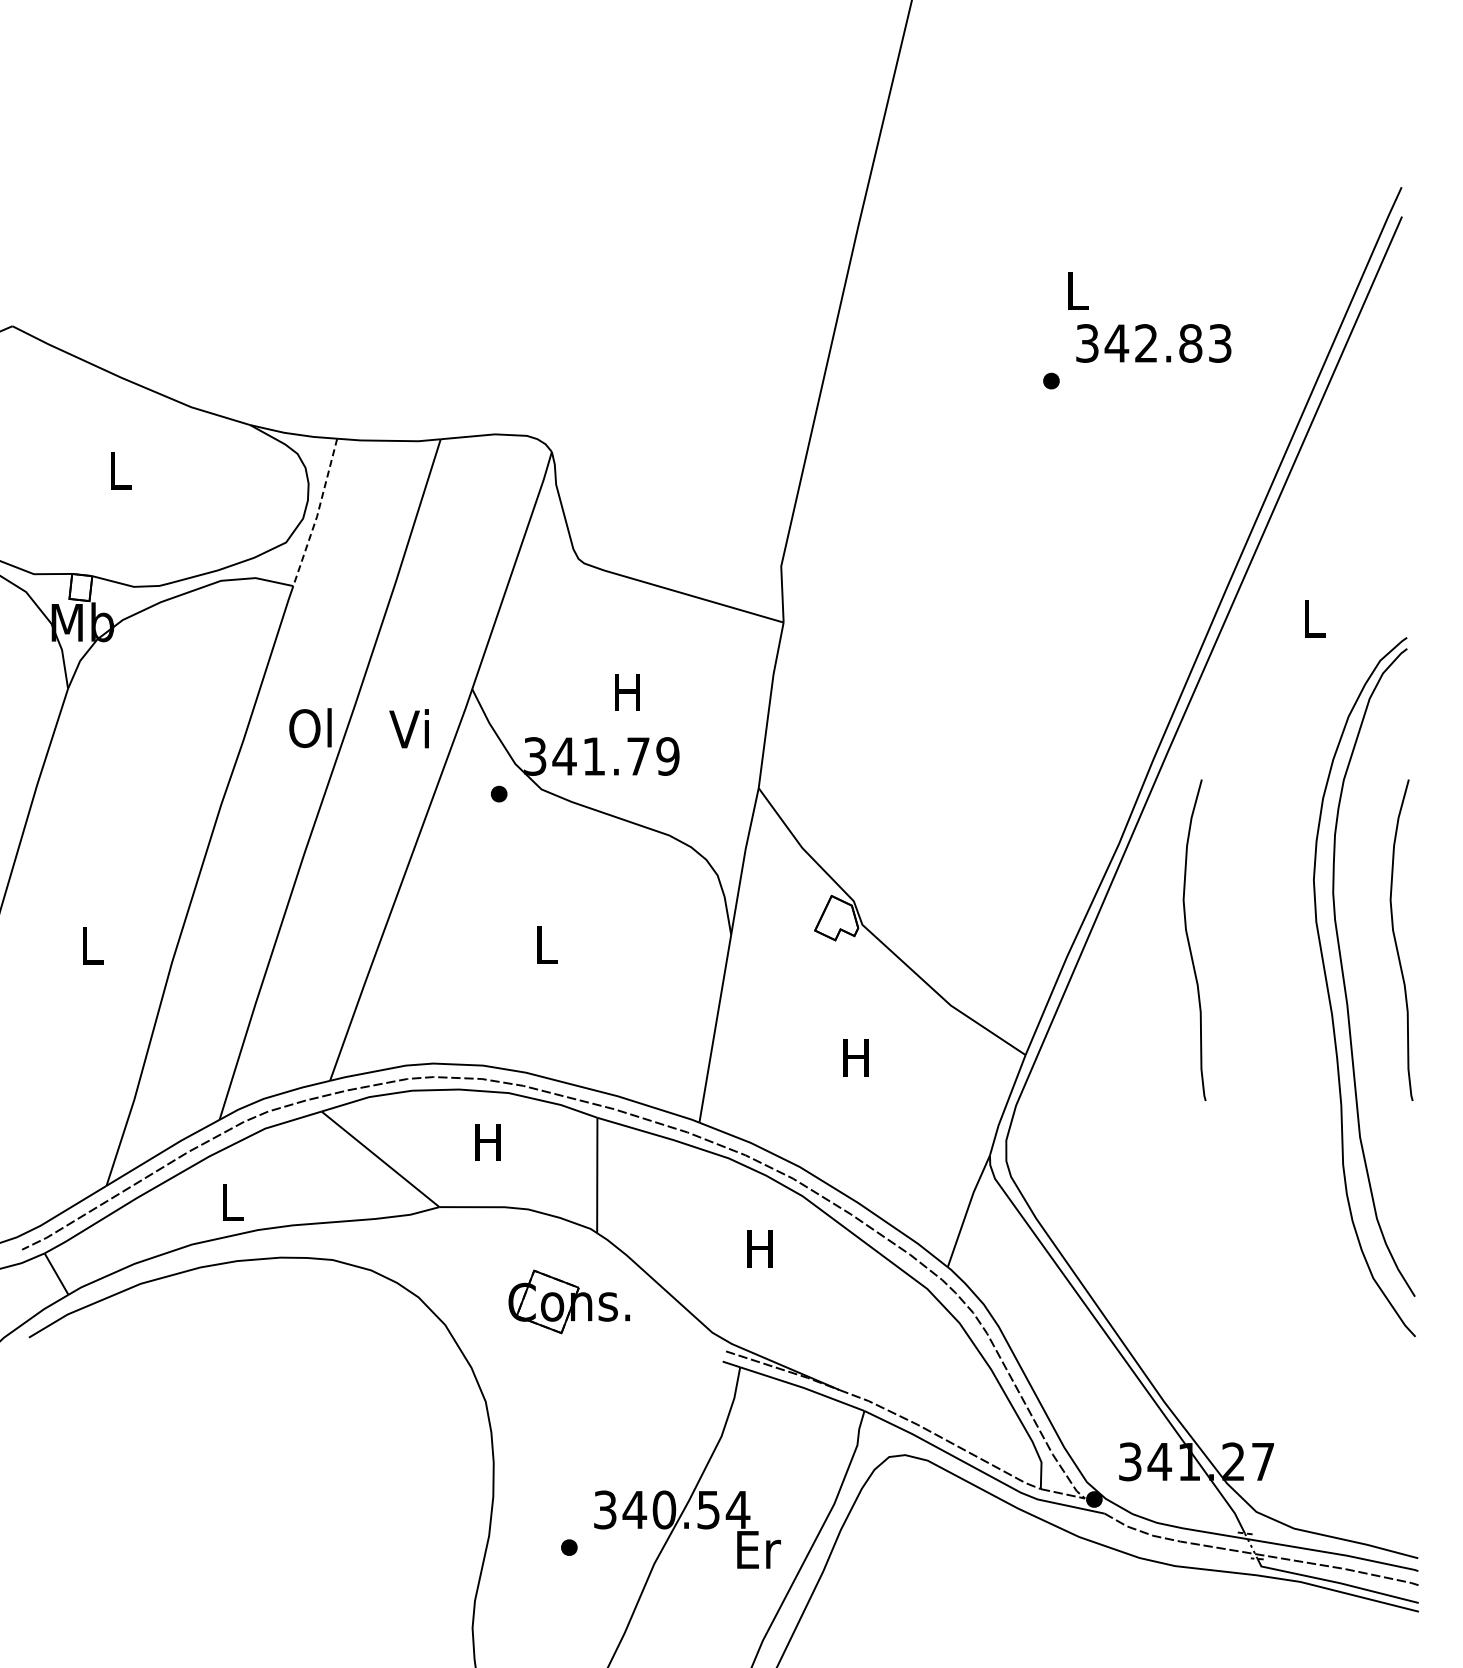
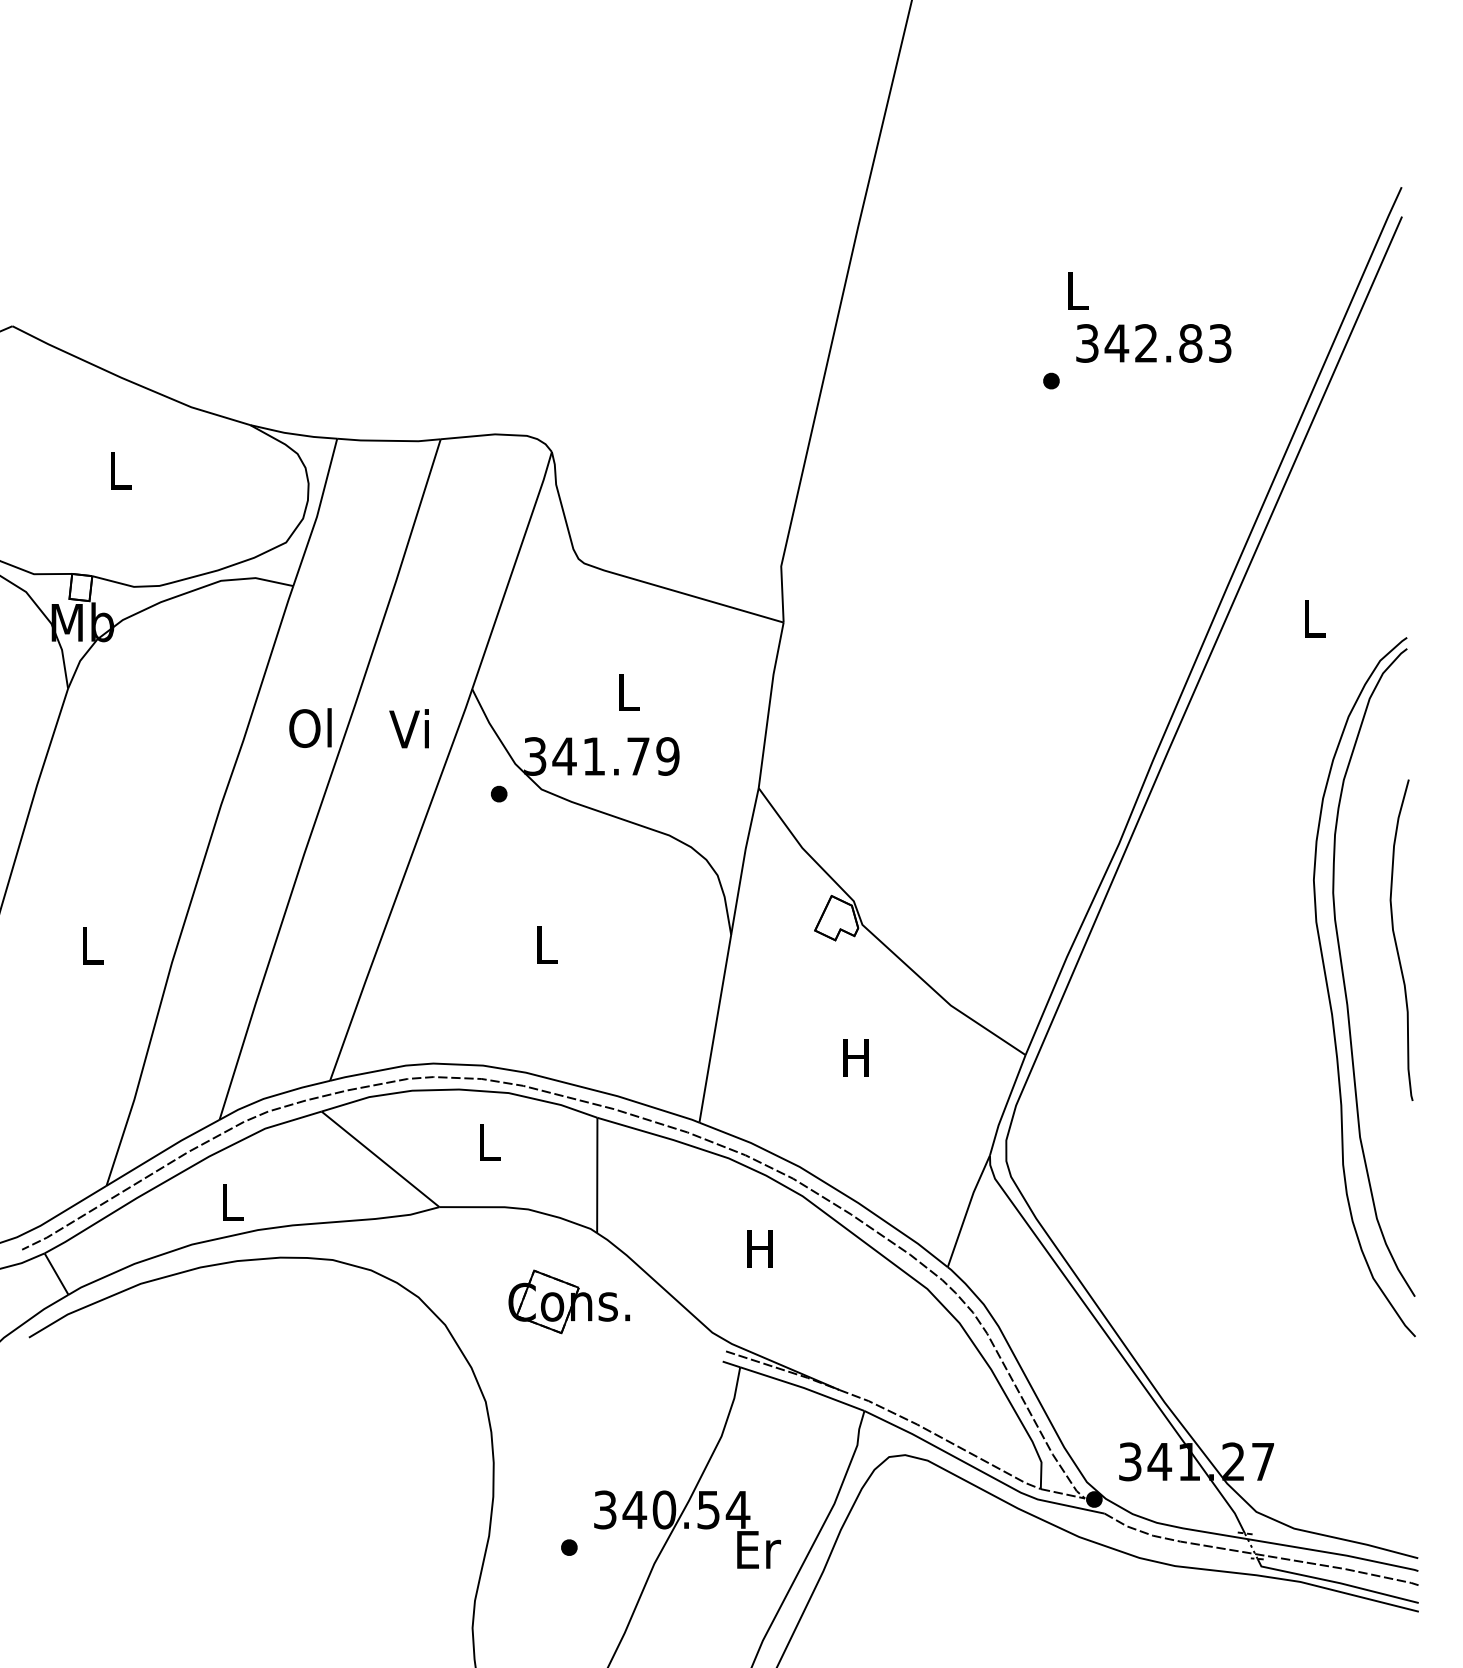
line at (317, 513): dashed -> solid
text at (627, 692): H -> L
curve at (1189, 940): present -> none
text at (487, 1142): H -> L
